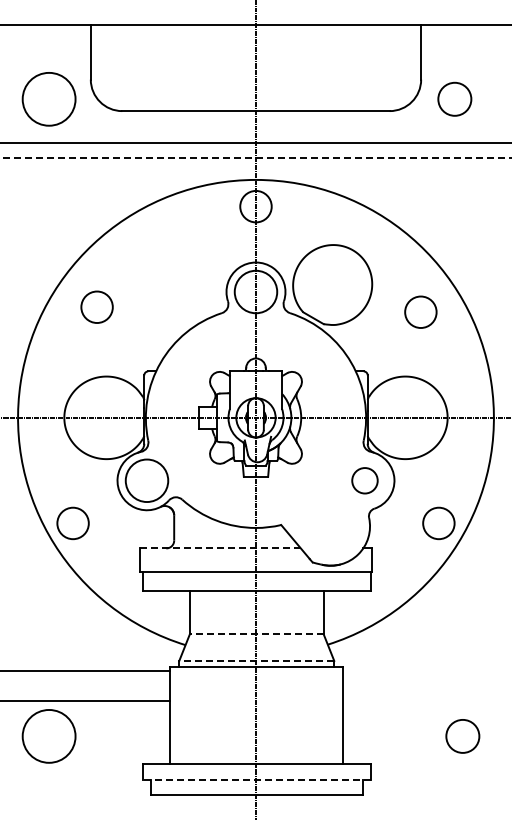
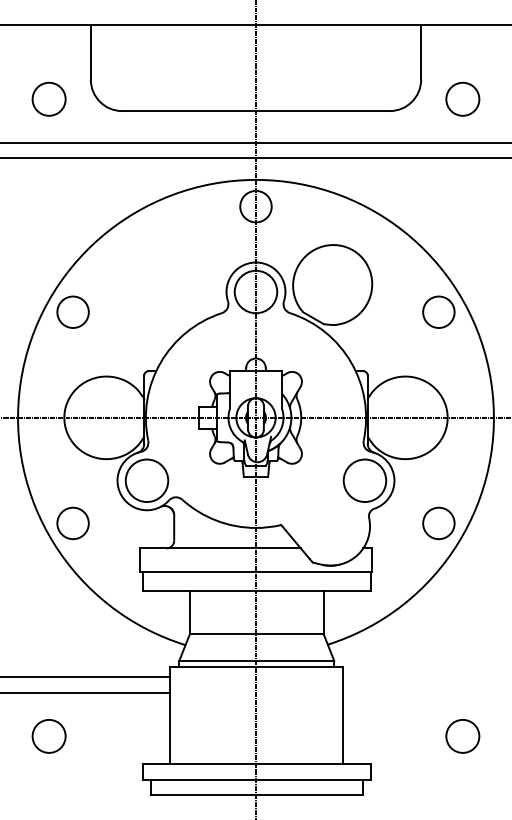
circle at (48, 98) diameter: 53 px -> 33 px
circle at (454, 98) position: (454, 98) -> (462, 98)
line at (255, 158): dashed -> solid
circle at (96, 306) position: (96, 306) -> (72, 311)
circle at (420, 311) position: (420, 311) -> (438, 311)
circle at (364, 480) diameter: 25 px -> 42 px
line at (220, 548): dashed -> solid
line at (256, 634): dashed -> solid
line at (256, 660): dashed -> solid
line at (86, 671) position: (86, 671) -> (86, 677)
line at (86, 701) position: (86, 701) -> (86, 693)
circle at (48, 735) diameter: 53 px -> 33 px
line at (256, 779): dashed -> solid
